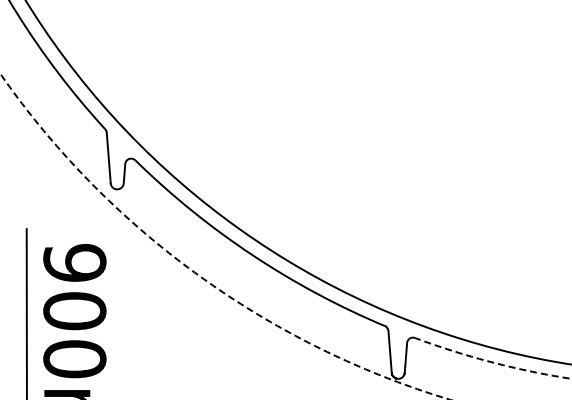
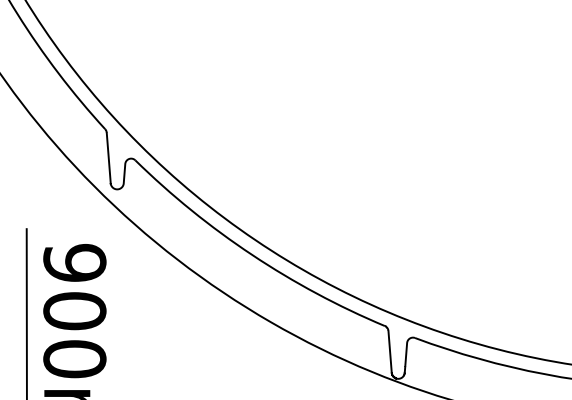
line at (198, 275): dashed -> solid
arc at (491, 362): dashed -> solid
